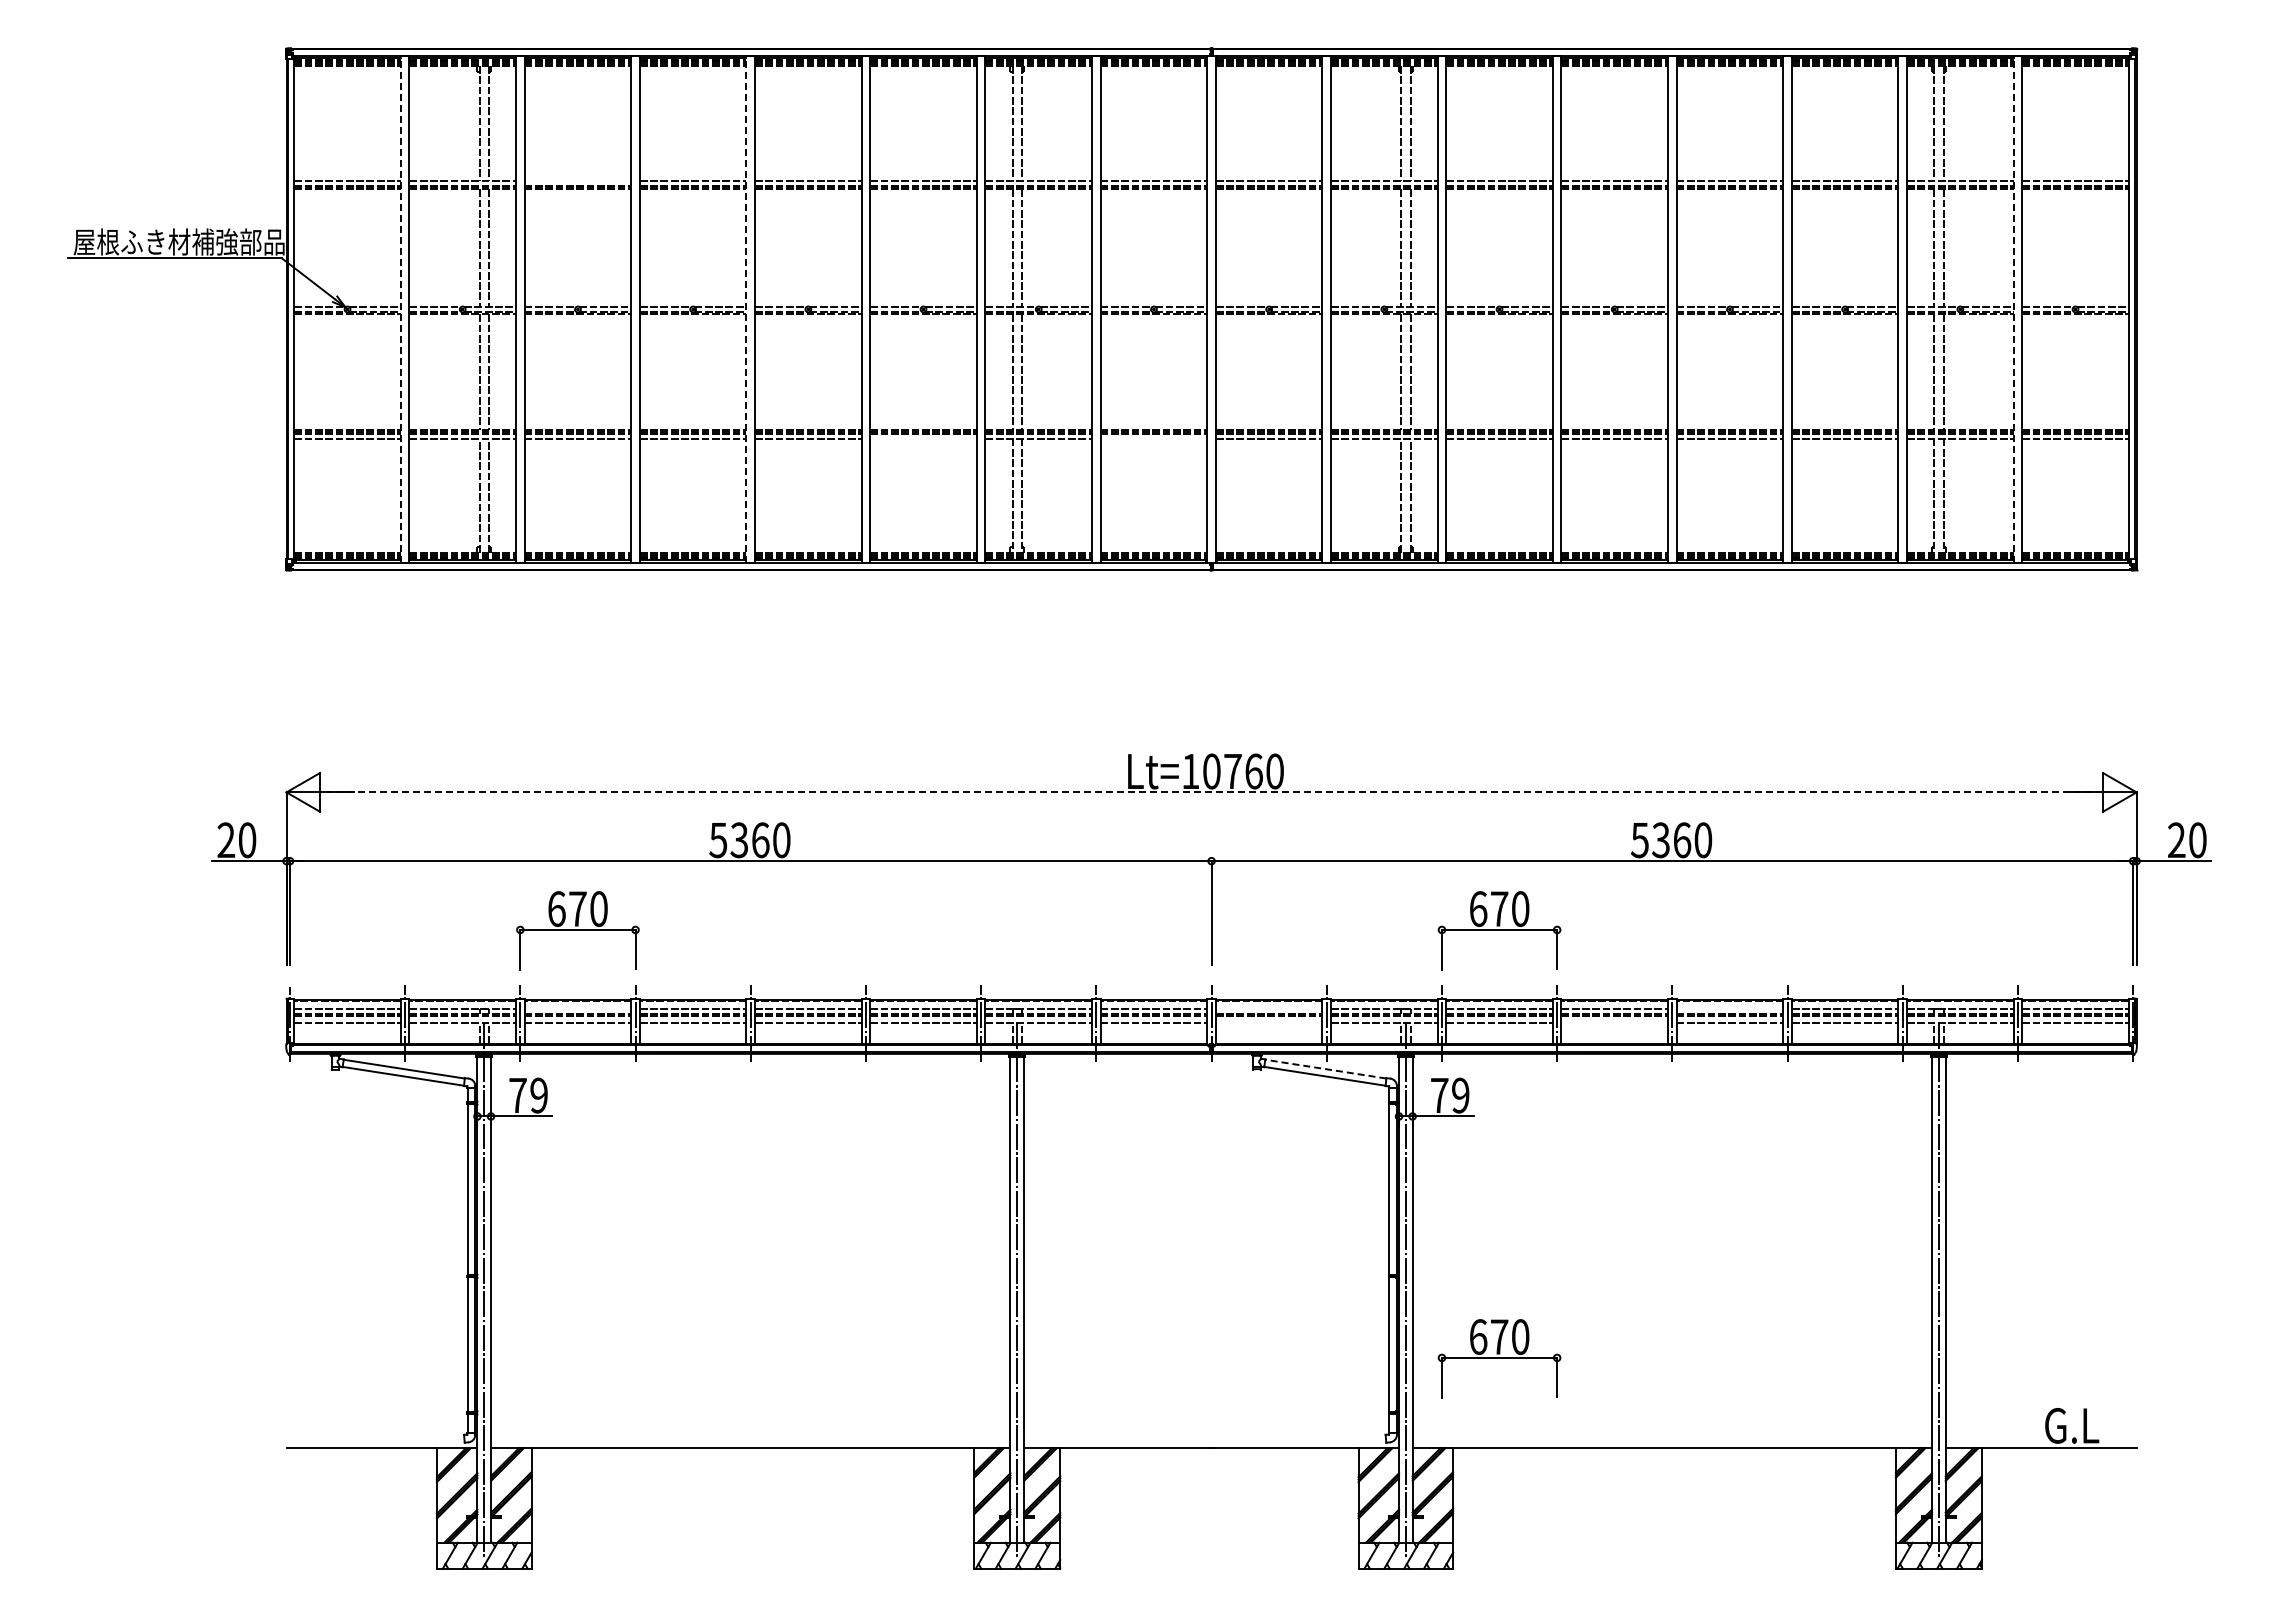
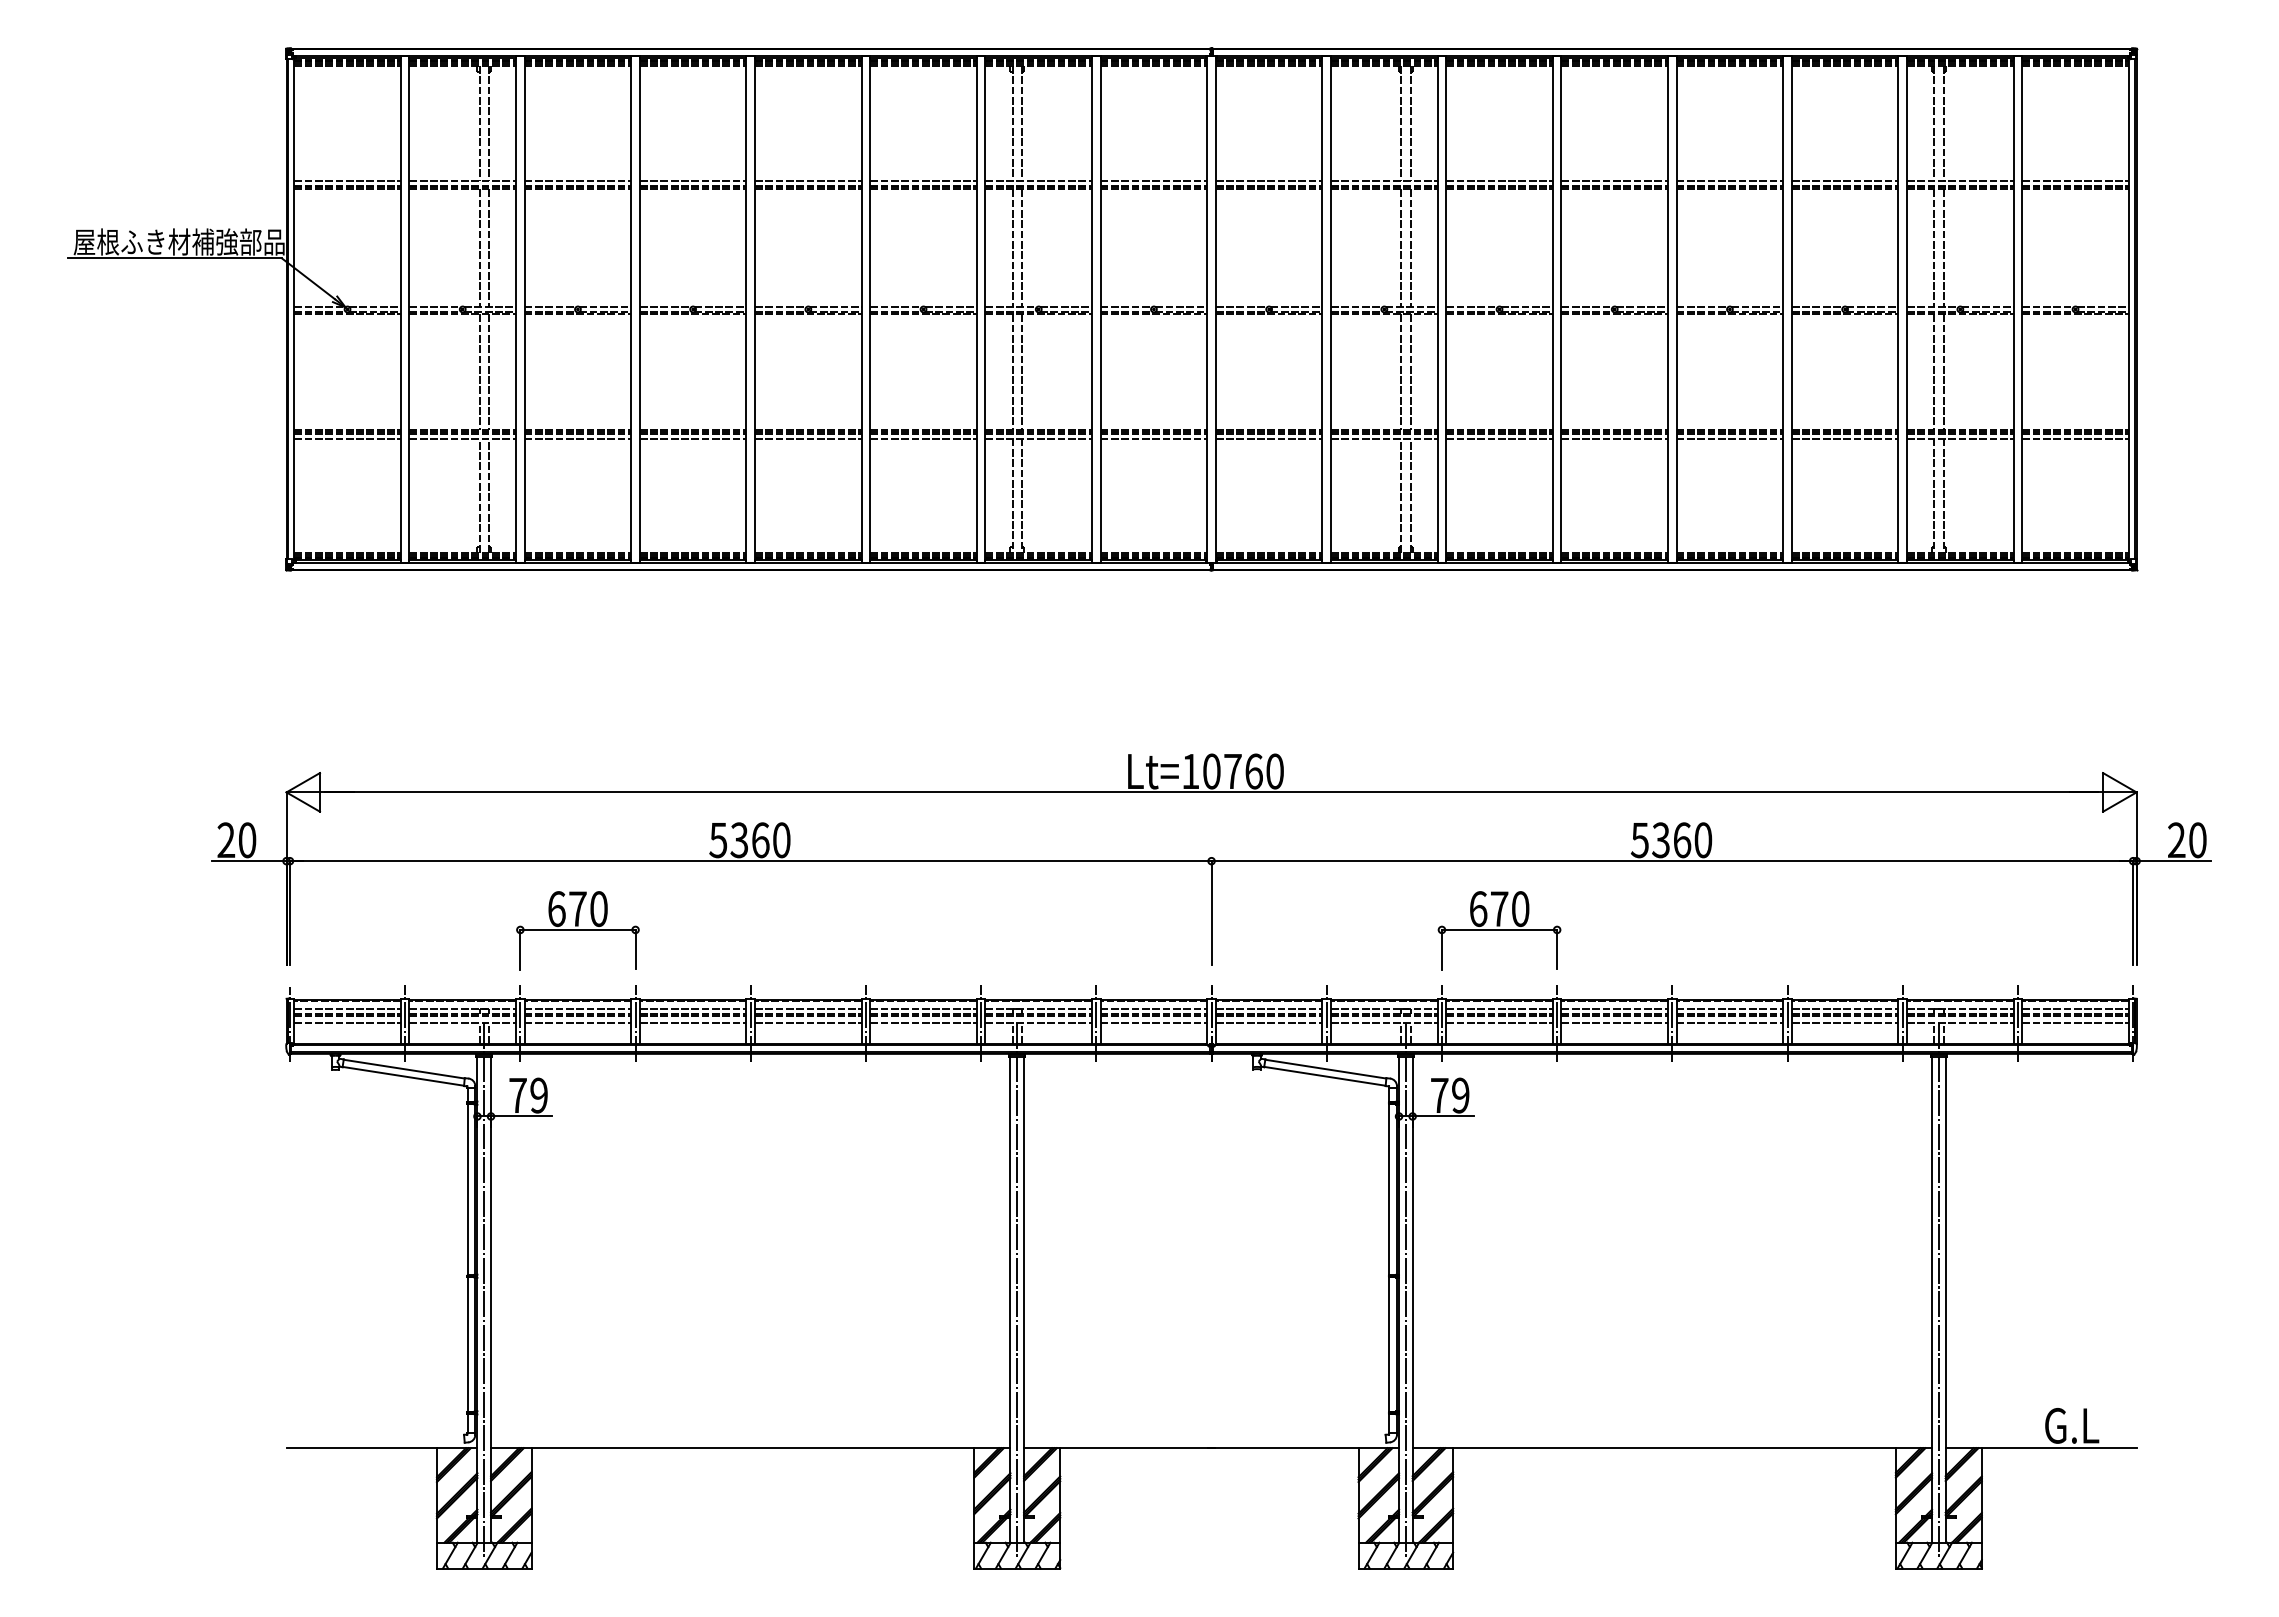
line at (577, 180): none -> present
line at (400, 308): dashed -> solid
line at (746, 308): dashed -> solid
line at (2013, 308): dashed -> solid
line at (923, 438): none -> present
line at (1153, 438): none -> present
line at (1212, 792): dashed -> solid
line at (577, 1008): none -> present
line at (1268, 1008): none -> present
line at (1729, 1008): none -> present
line at (1268, 1023): none -> present
line at (1614, 1023): none -> present
line at (1325, 1069): dashed -> solid
part at (1499, 1358): present -> none
